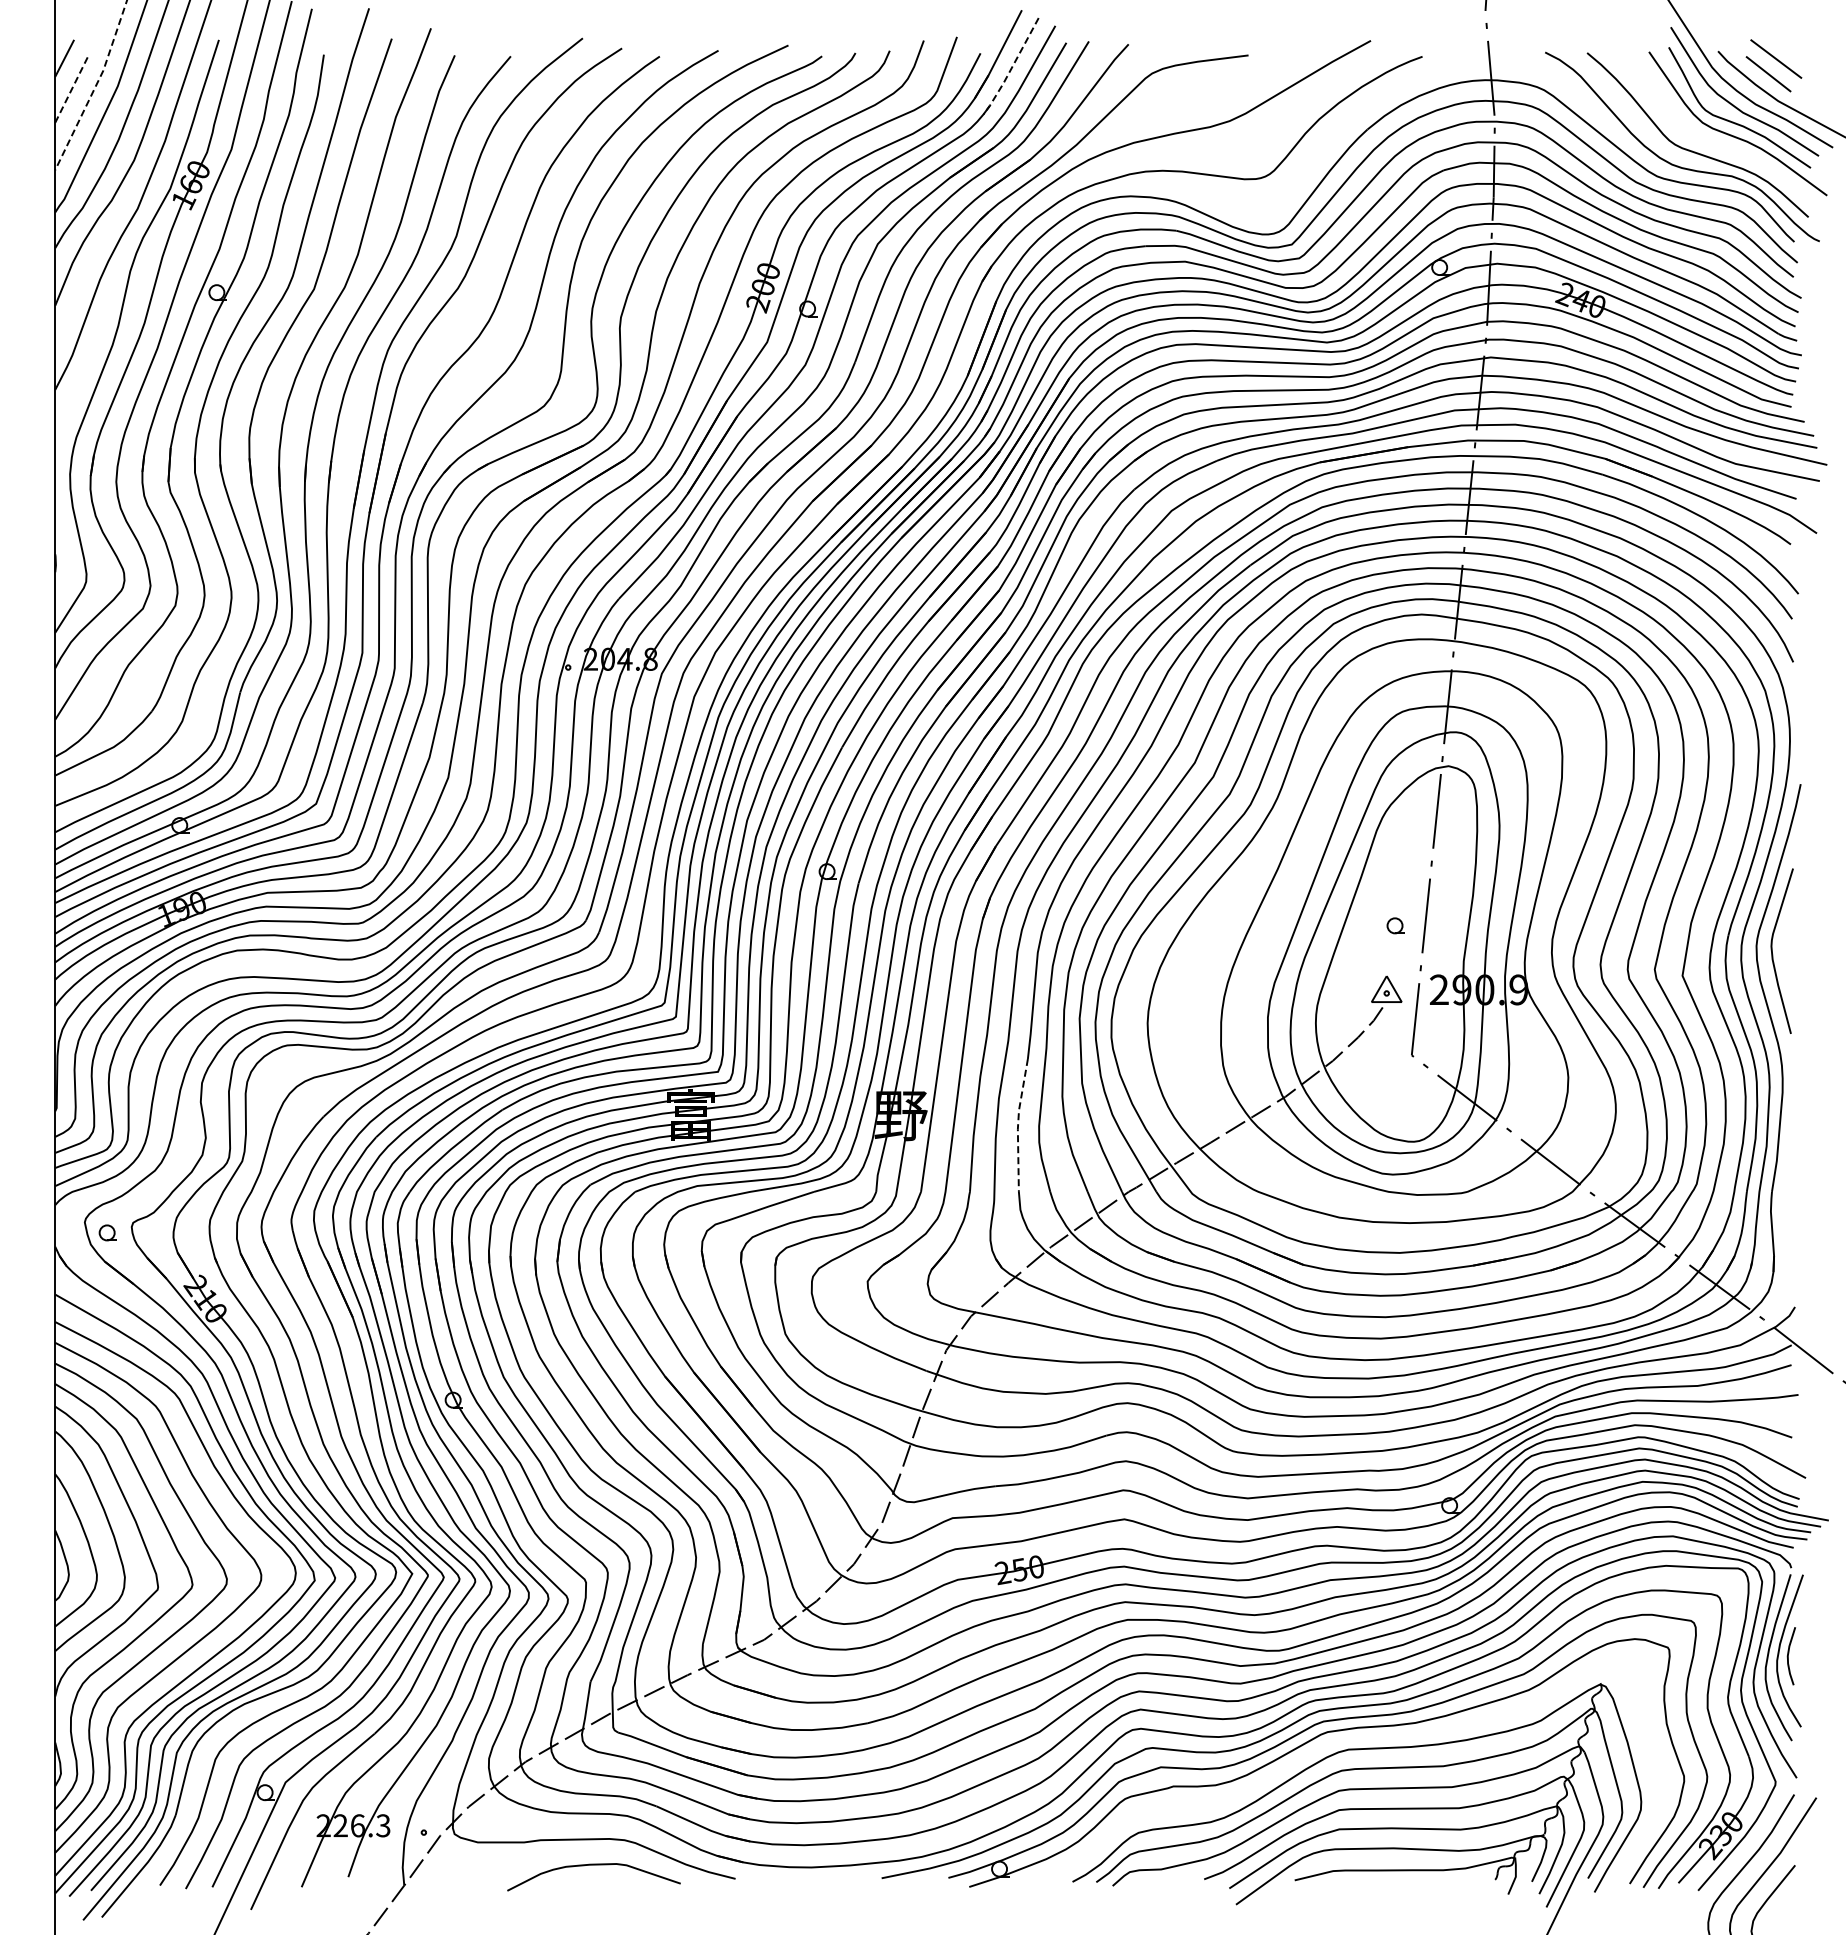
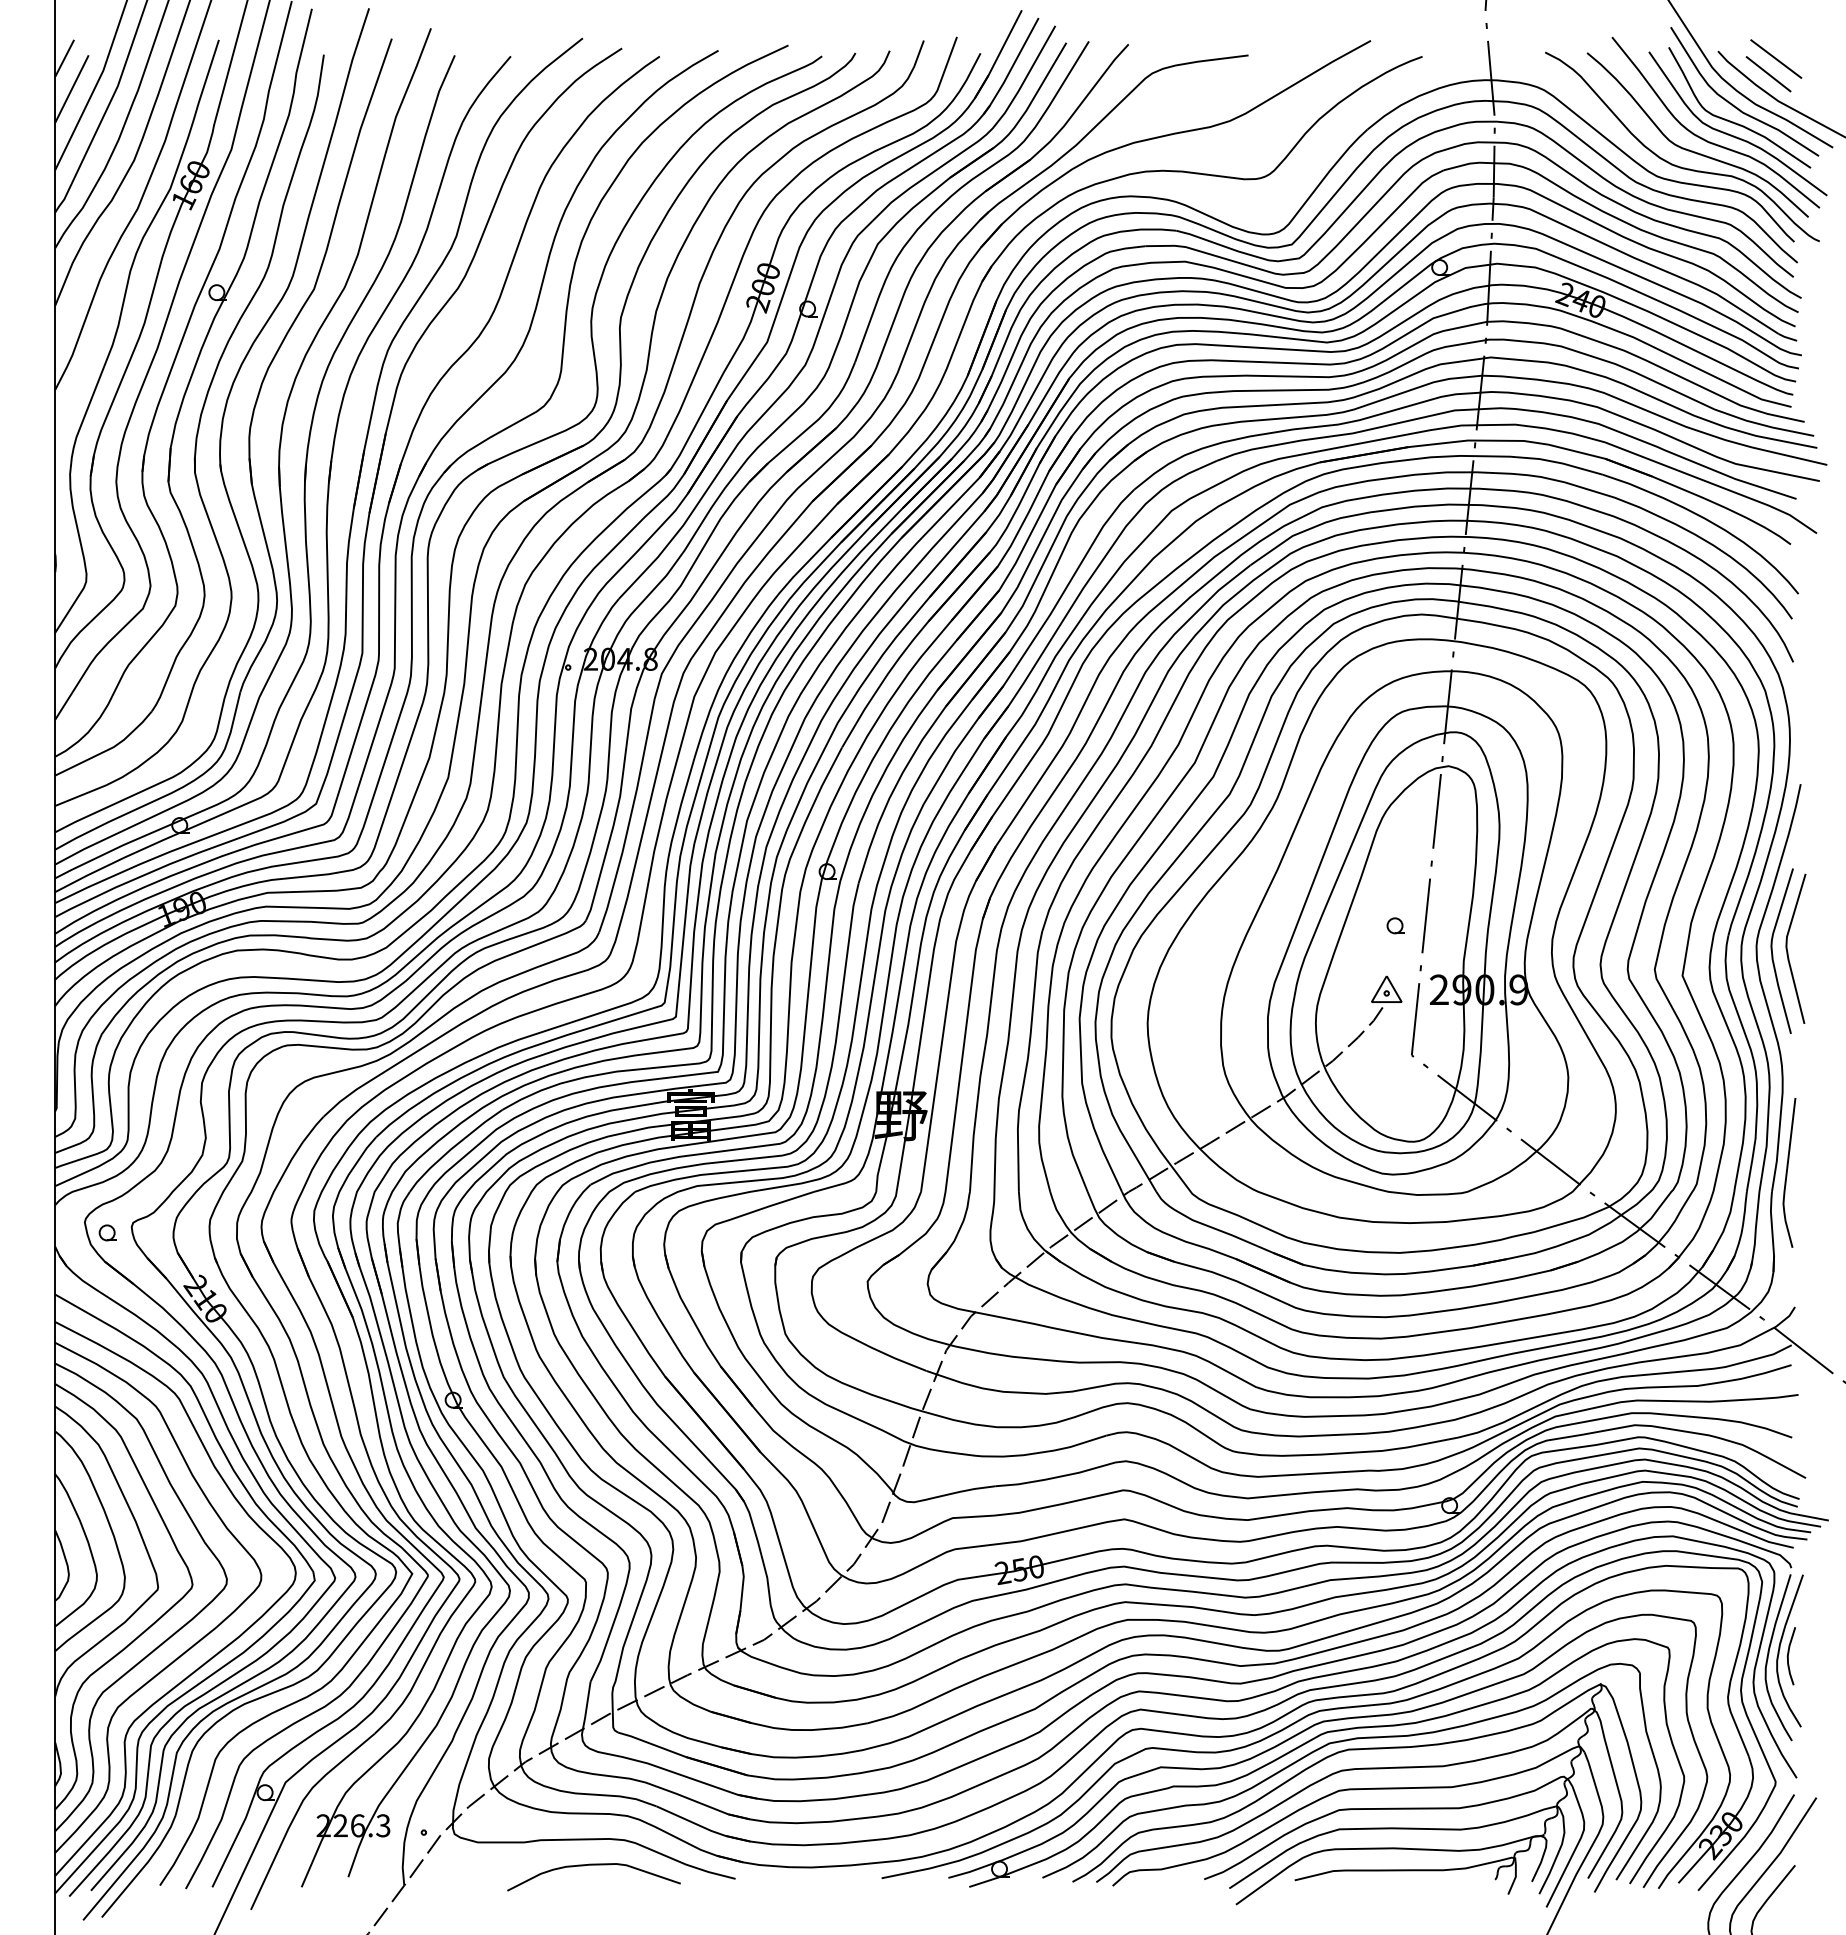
line at (1011, 68): dashed -> solid
line at (95, 86): dashed -> solid
line at (72, 89): dashed -> solid
curve at (1704, 138): none -> present
line at (1788, 951): none -> present
line at (1018, 1125): dashed -> solid
curve at (1787, 1172): none -> present
part at (1346, 1741): none -> present
